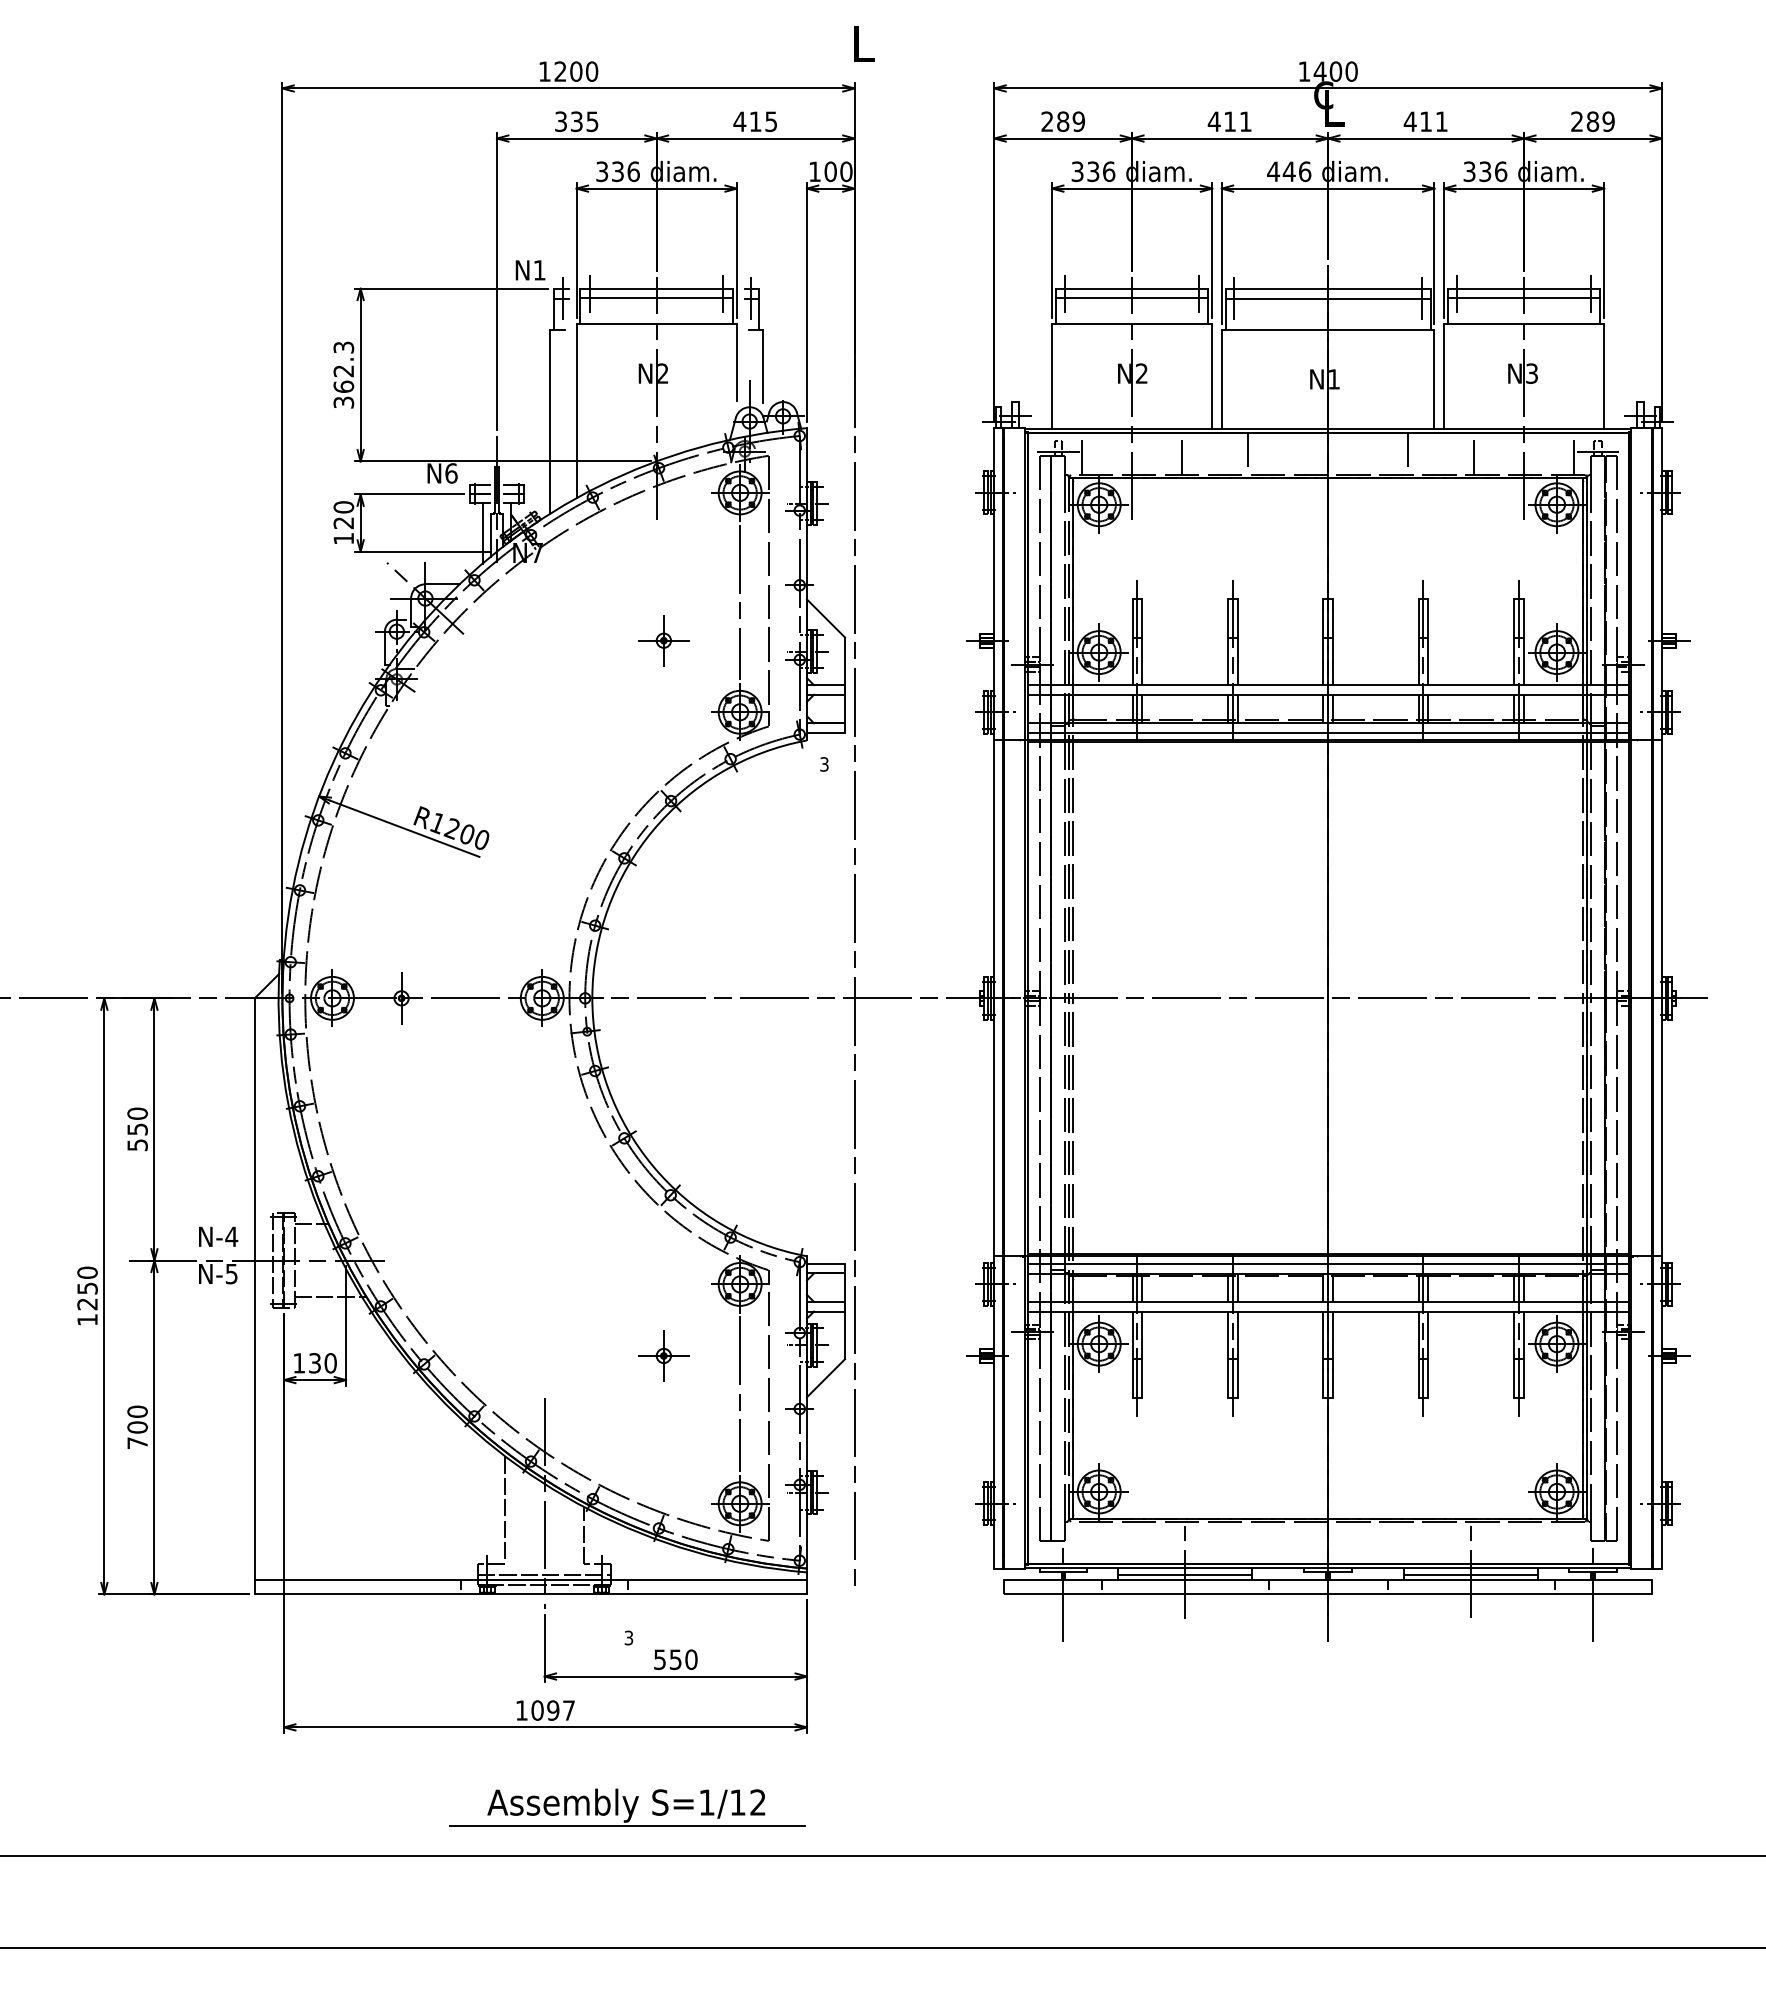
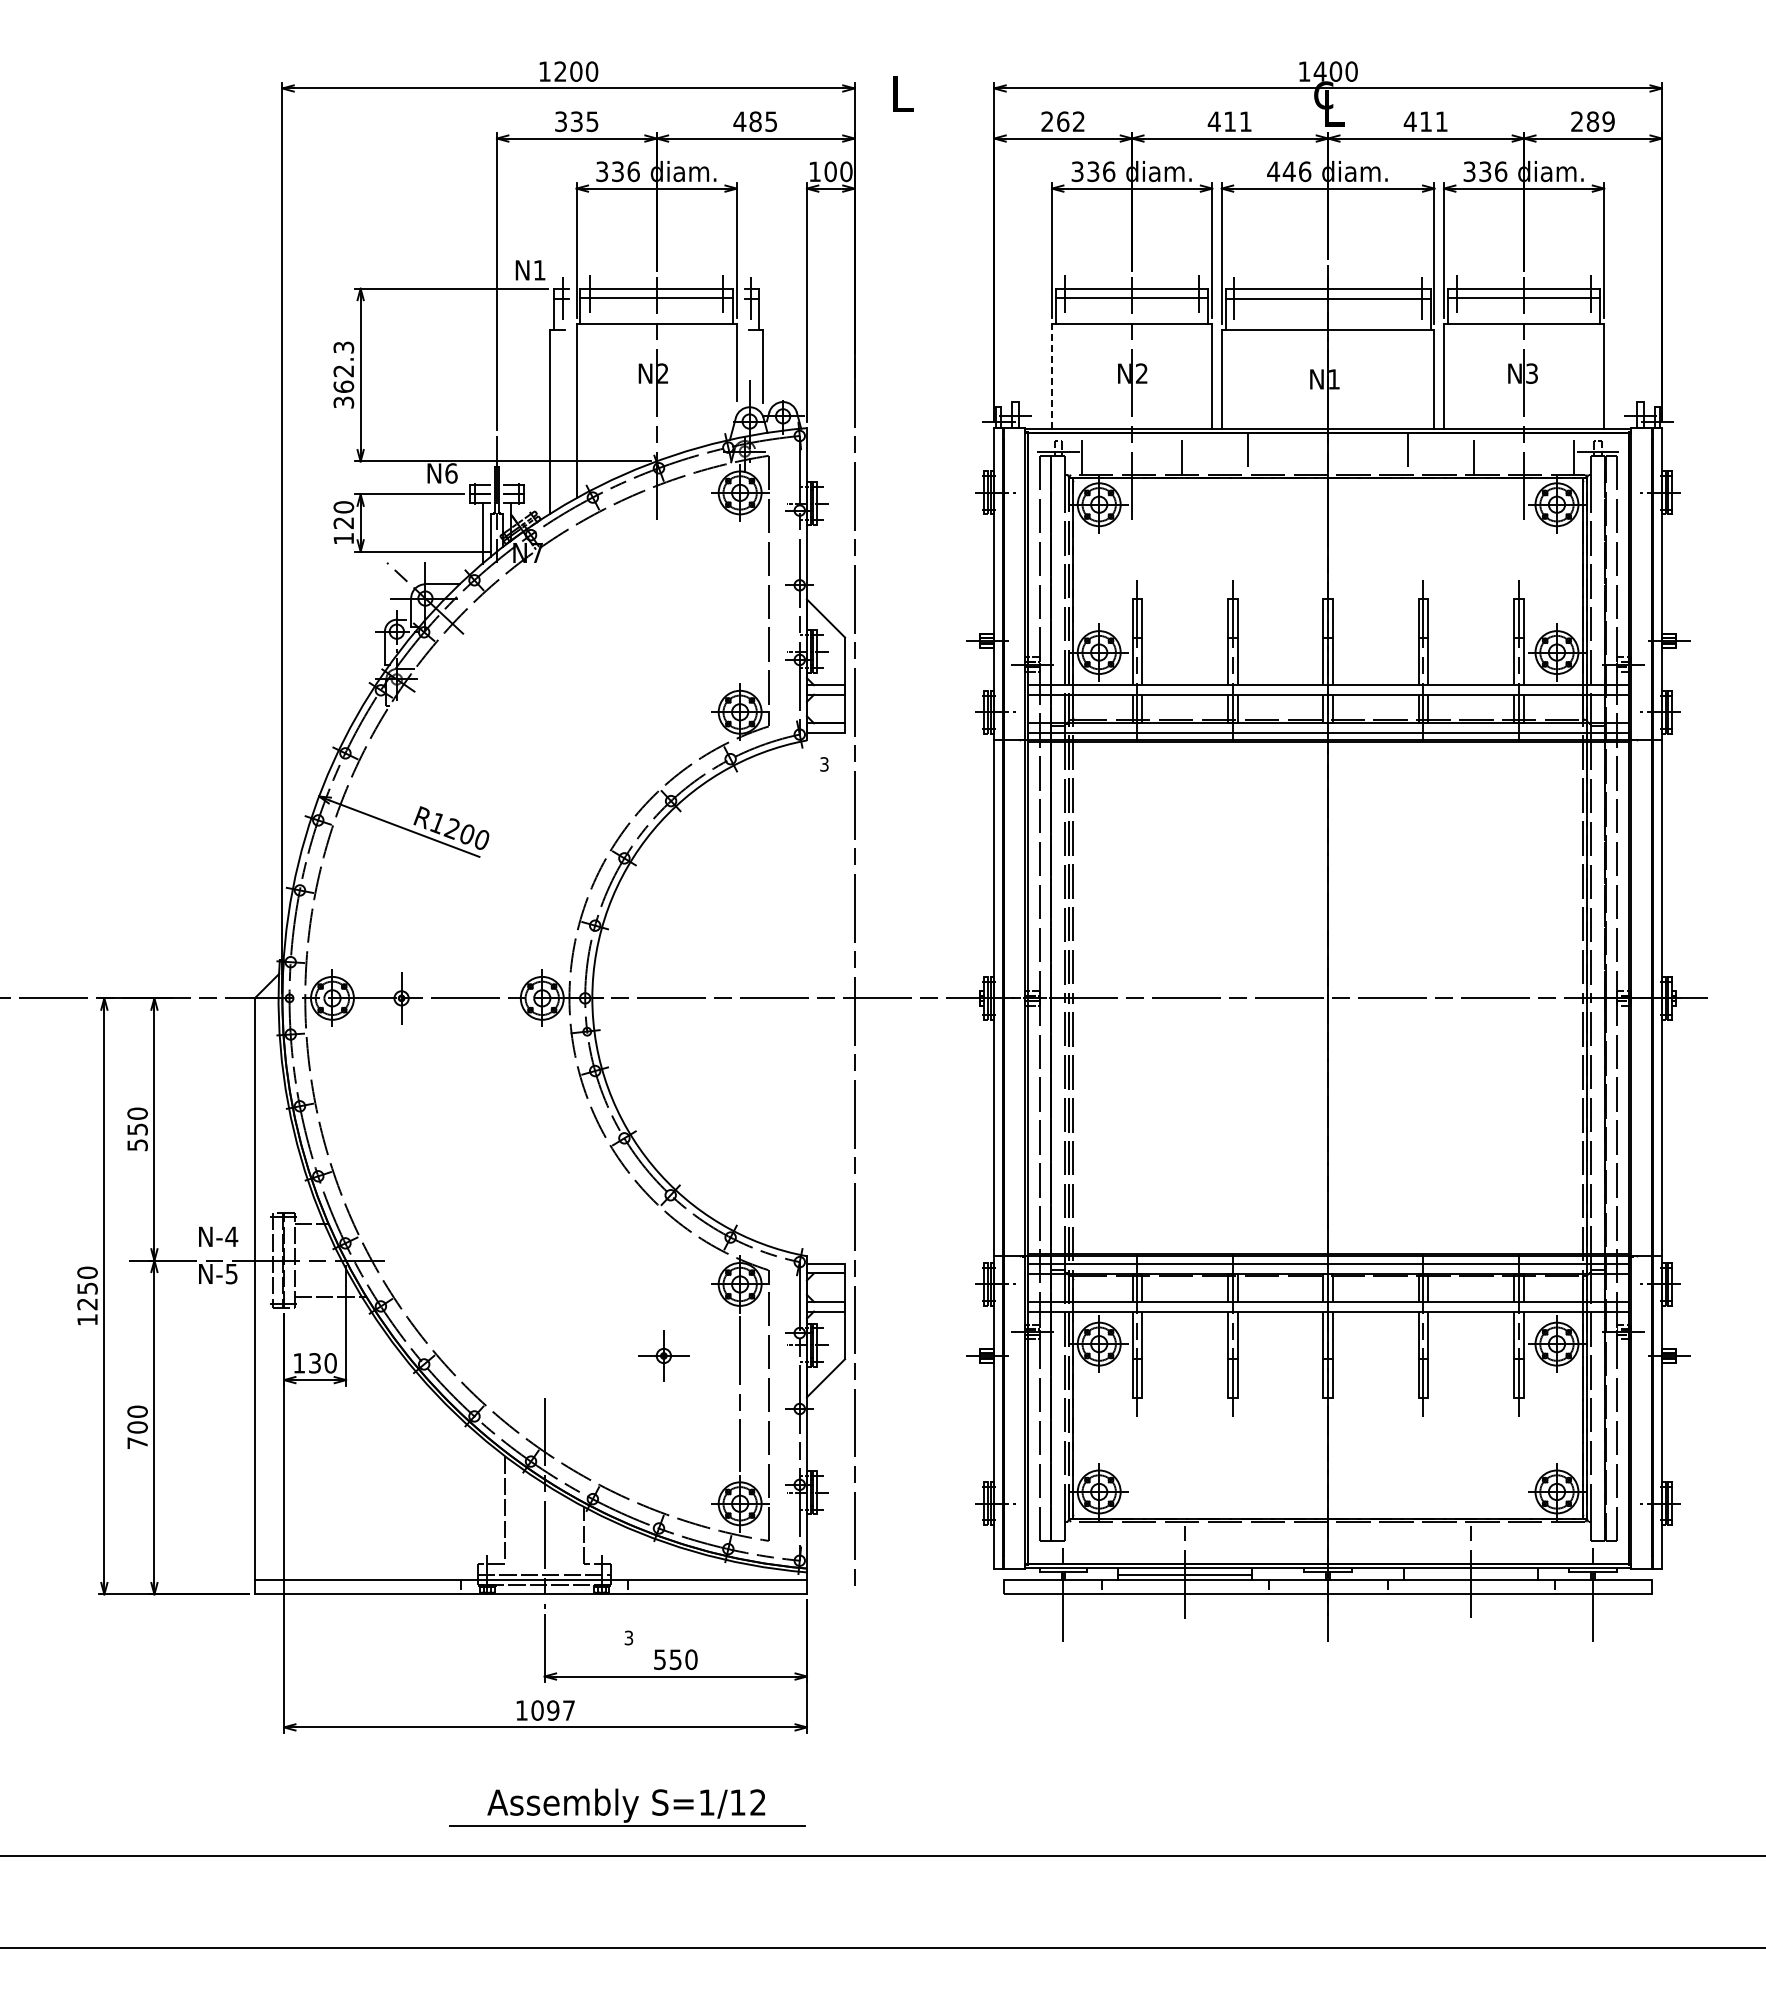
text at (864, 43) position: (864, 43) -> (903, 93)
text at (755, 121): 415 -> 485
text at (1070, 121): 289 -> 262
line at (1052, 375): solid -> dashed
line at (740, 602): present -> none
part at (663, 640): present -> none
line at (1470, 1574): present -> none
